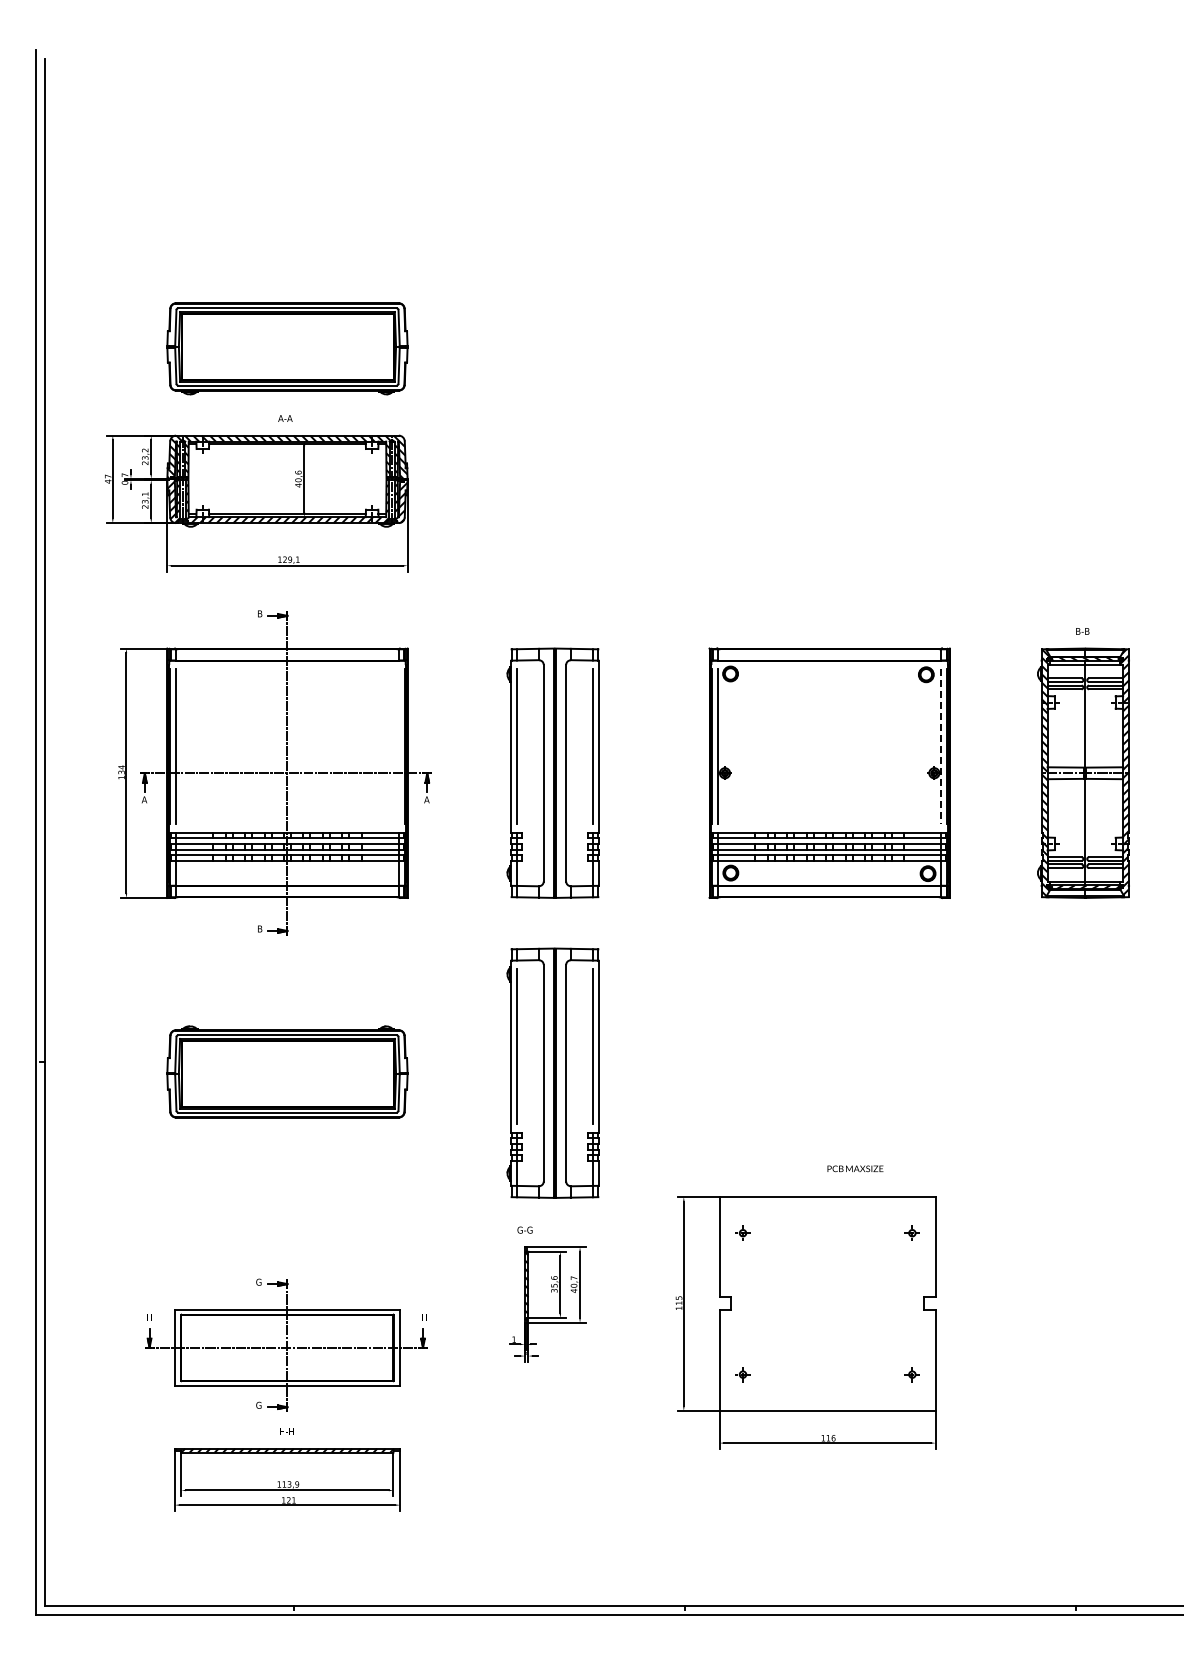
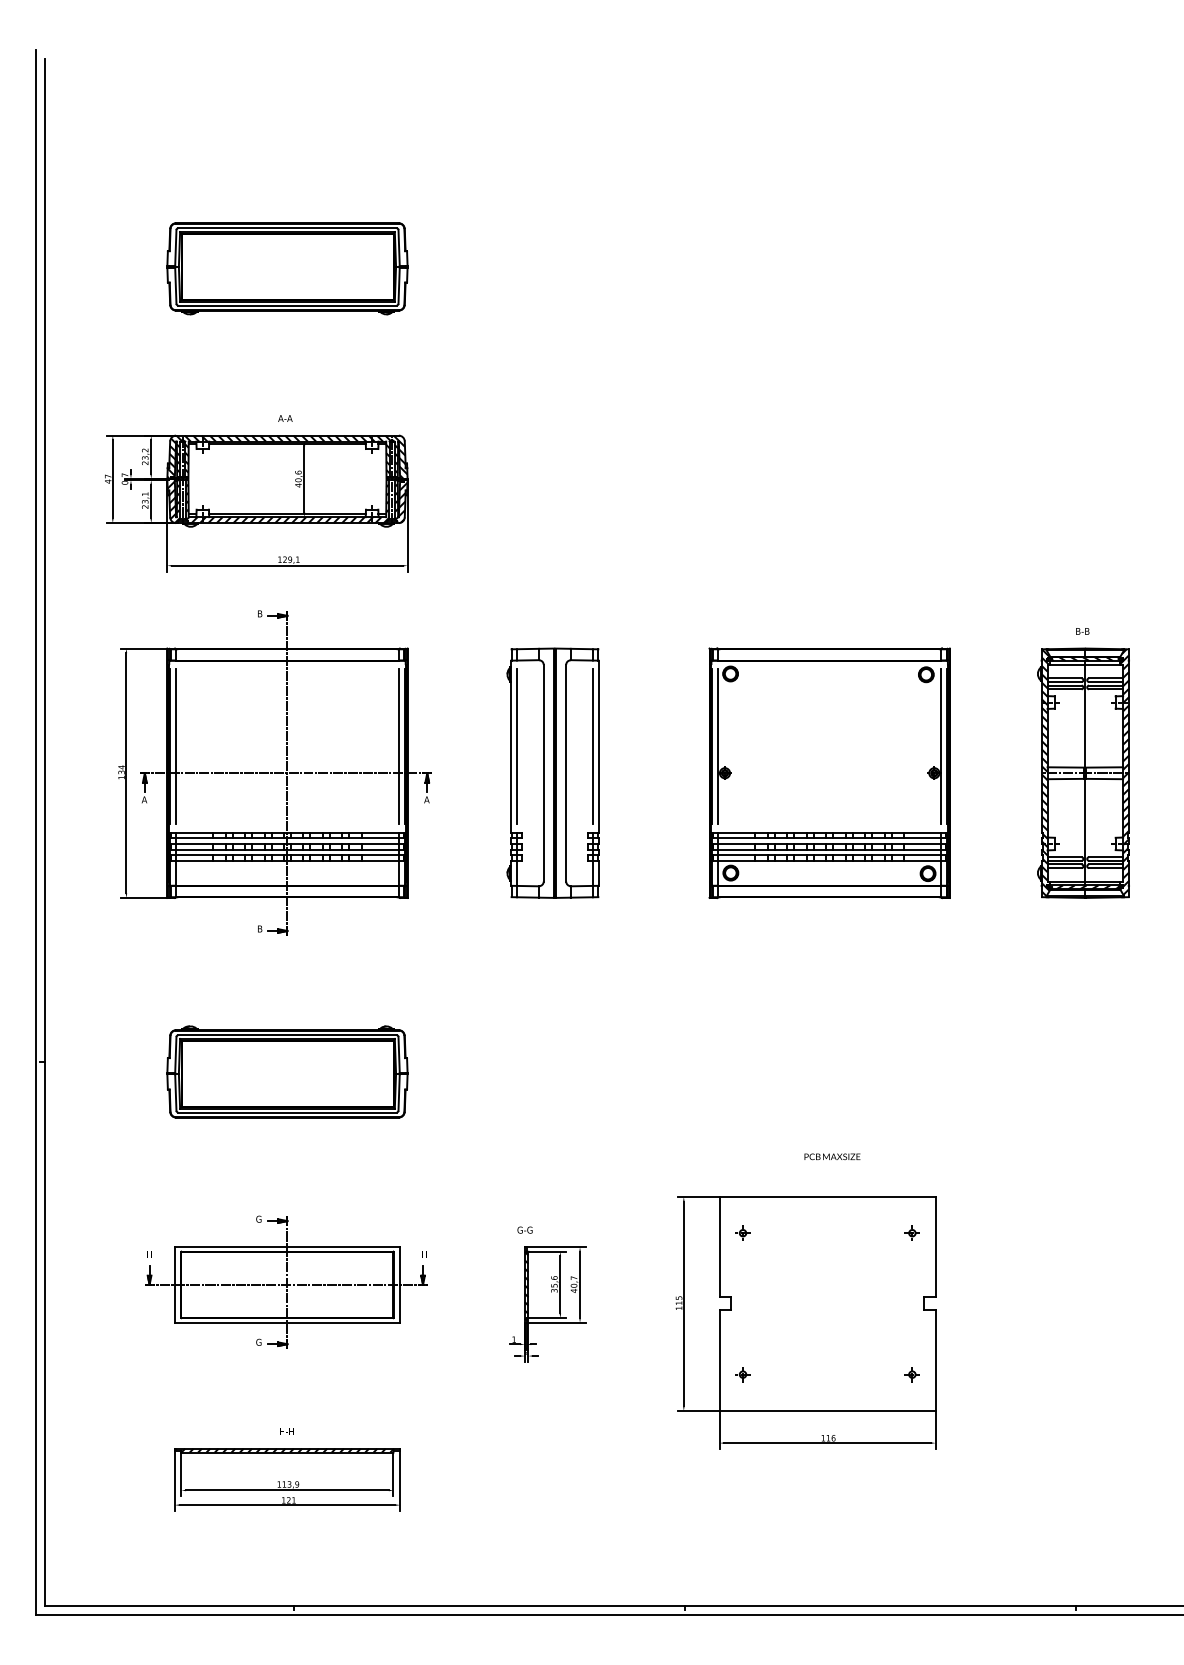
part at (287, 348) position: (287, 348) -> (287, 268)
line at (398, 746): none -> present
line at (941, 747): dashed -> solid
part at (552, 1072): present -> none
text at (855, 1168) position: (855, 1168) -> (832, 1156)
part at (286, 1344) position: (286, 1344) -> (286, 1281)
